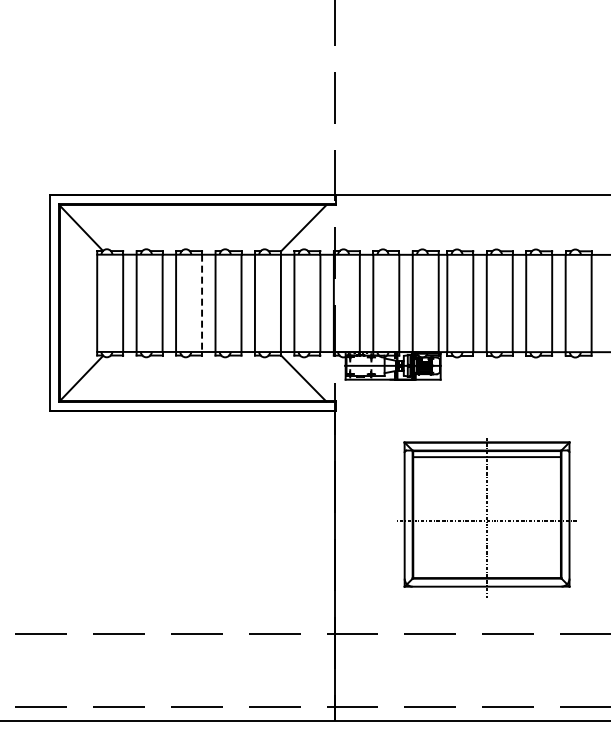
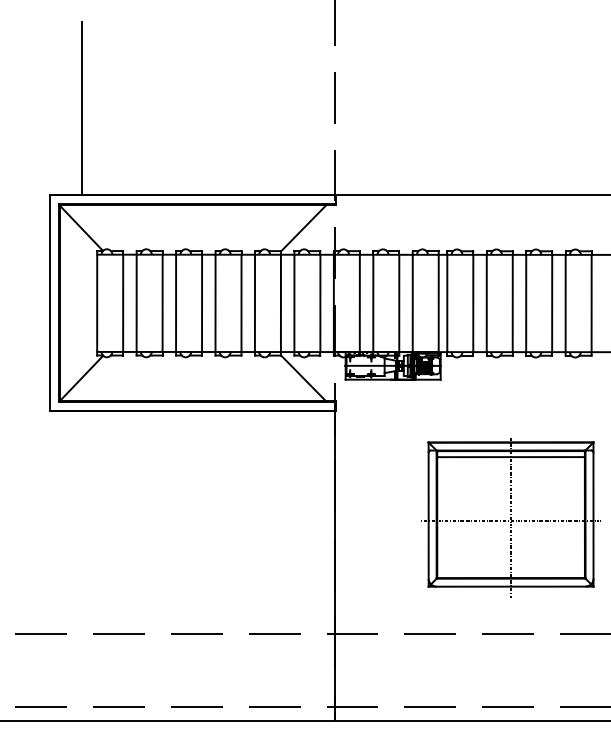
line at (81, 108): none -> present
line at (202, 303): dashed -> solid
part at (486, 517) position: (486, 517) -> (510, 517)
